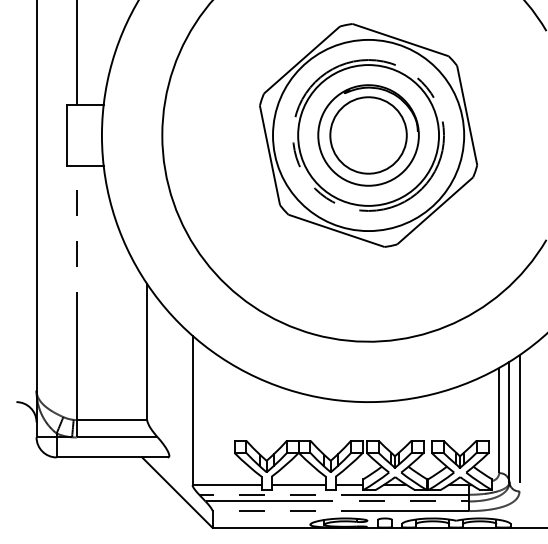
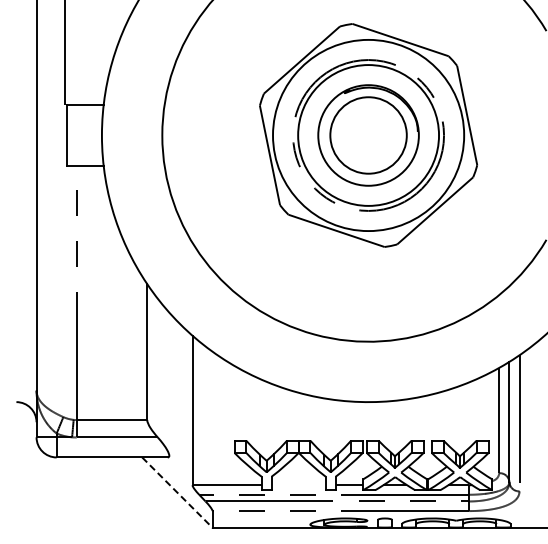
line at (76, 53) position: (76, 53) -> (64, 53)
line at (298, 485): present -> none
line at (177, 492): solid -> dashed
